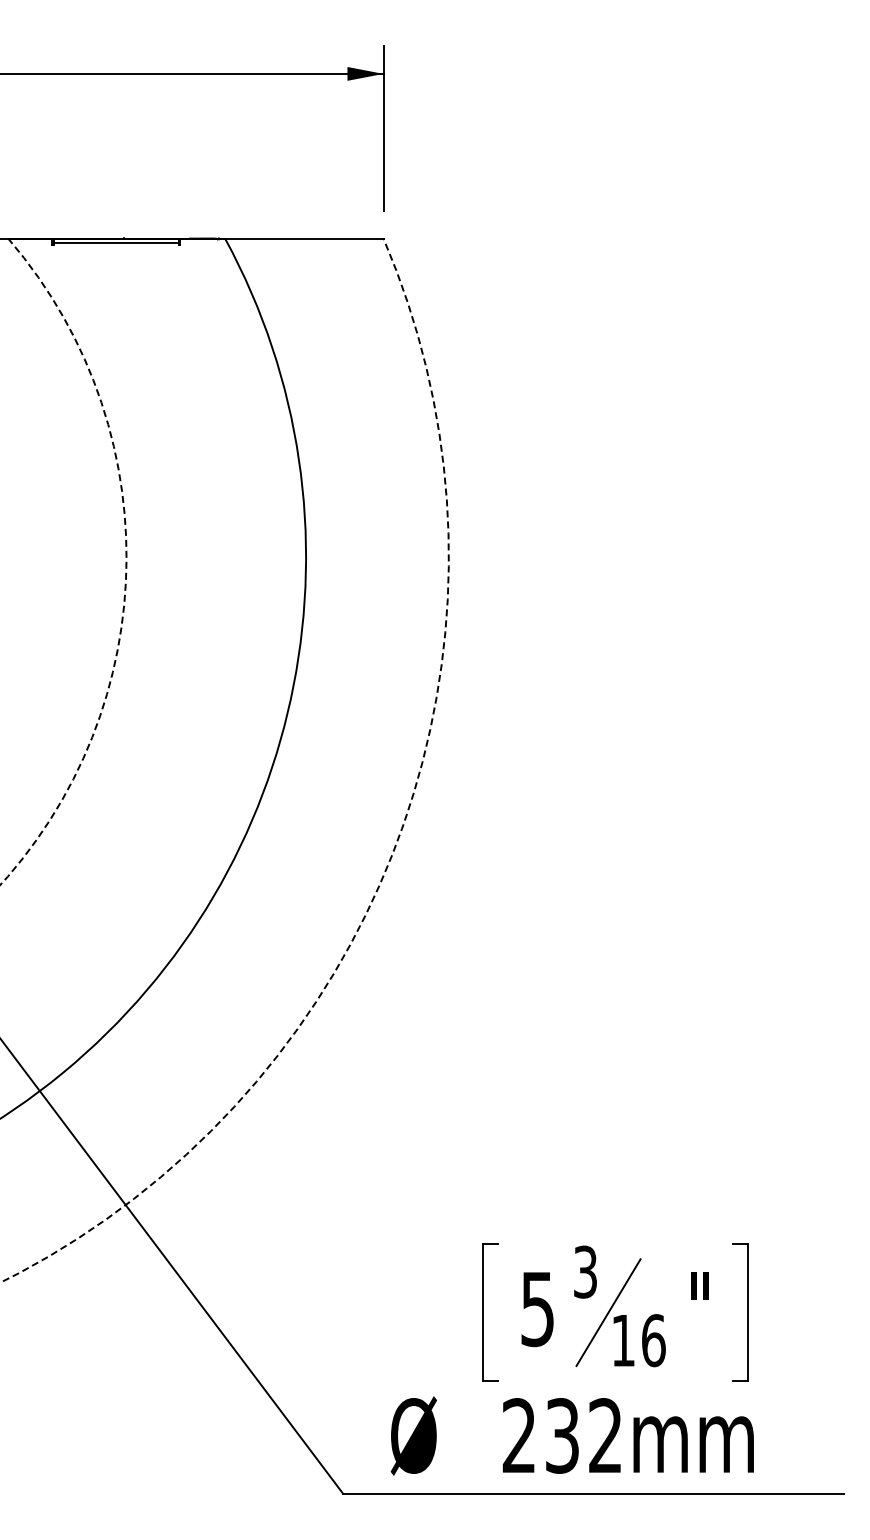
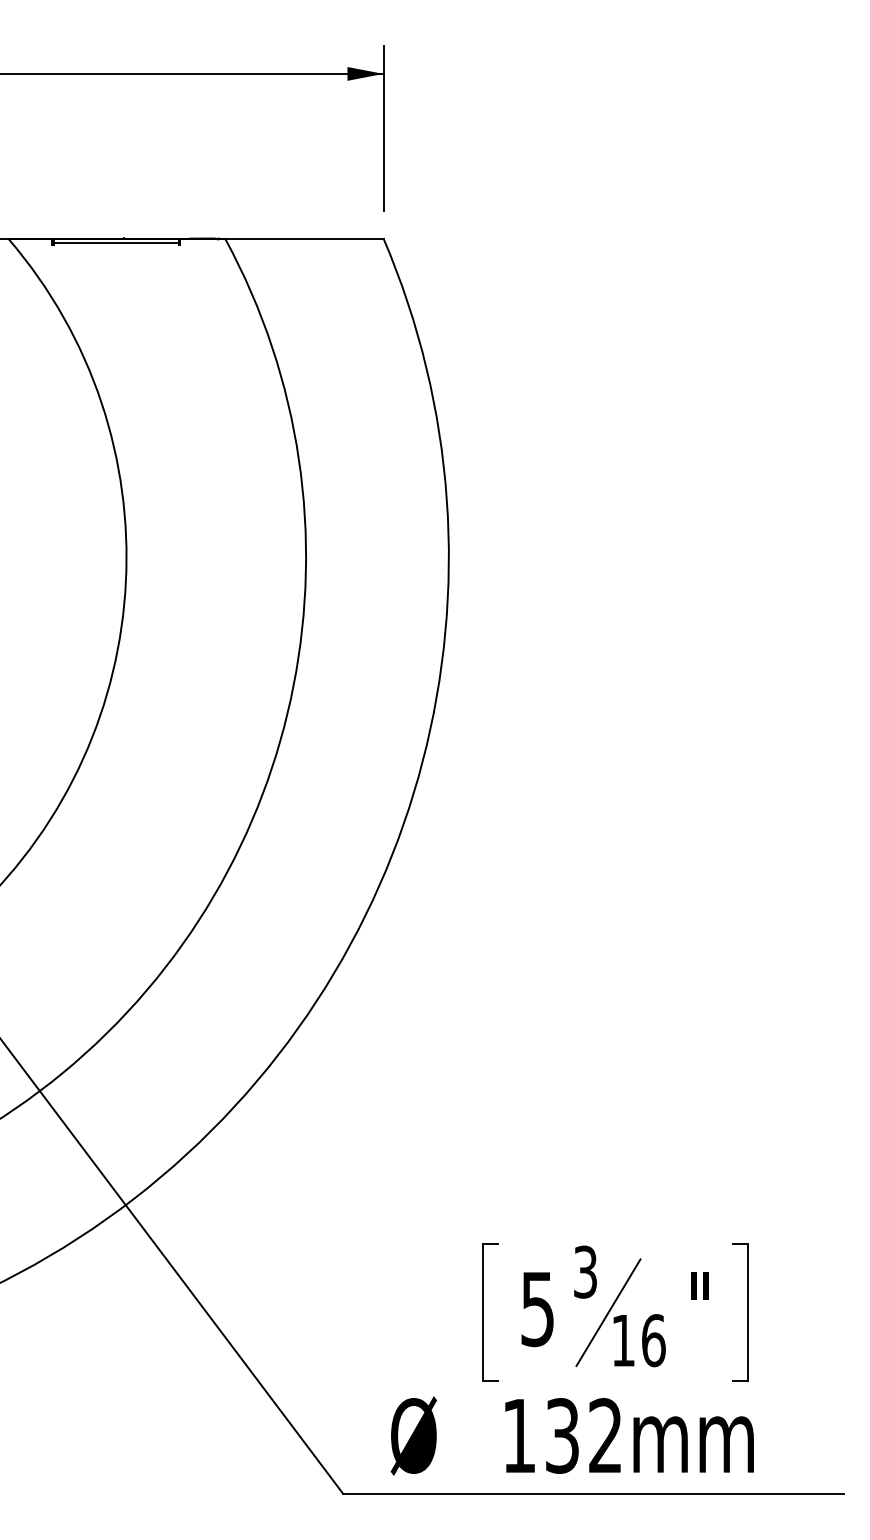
arc at (126, 563): dashed -> solid
arc at (398, 837): dashed -> solid
text at (518, 1435): 232mm -> 132mm
